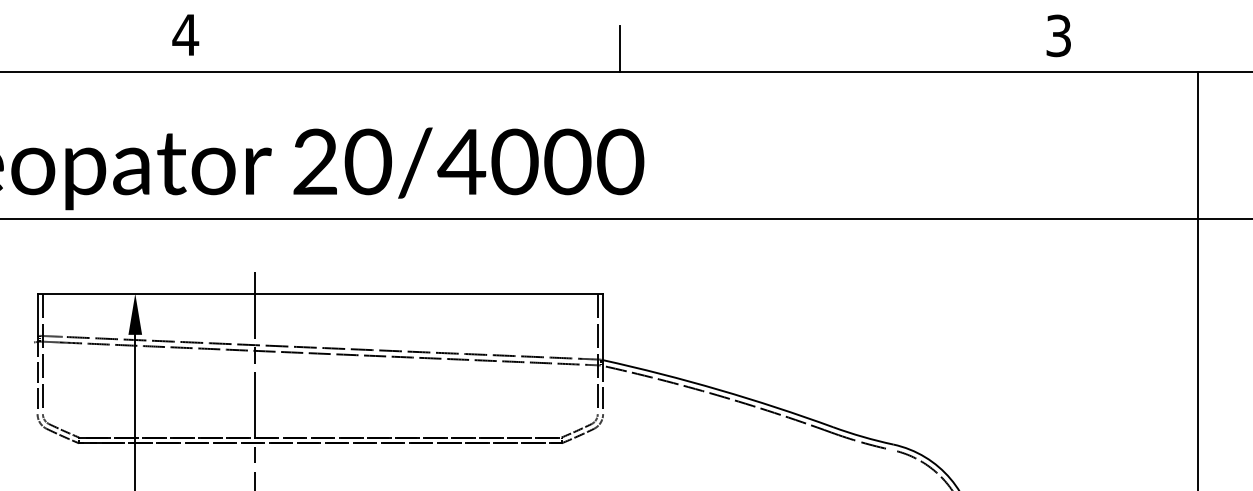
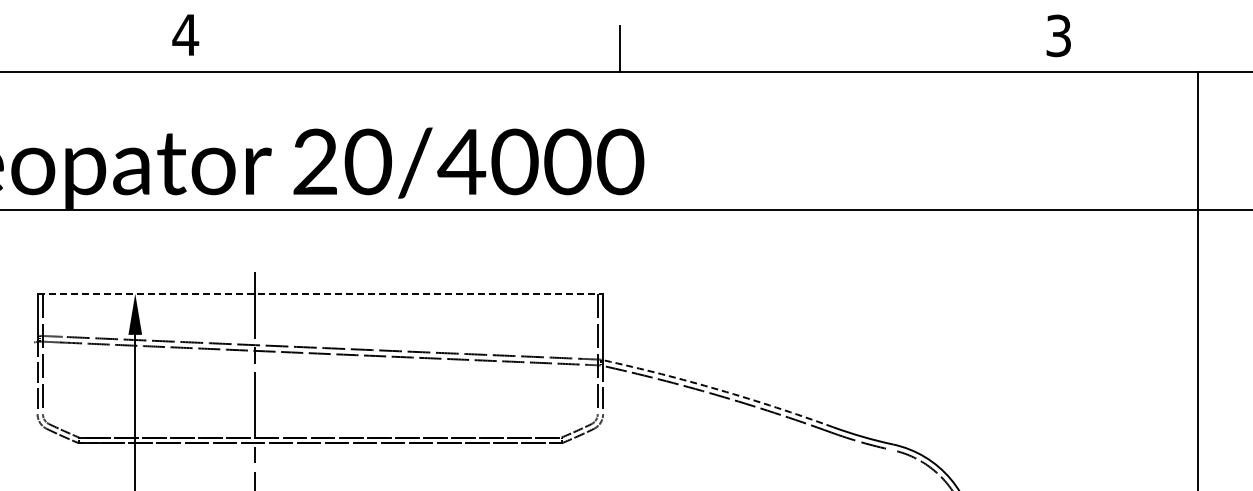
line at (625, 219) position: (625, 219) -> (625, 210)
line at (320, 293): solid -> dashed
arc at (719, 389): solid -> dashed
